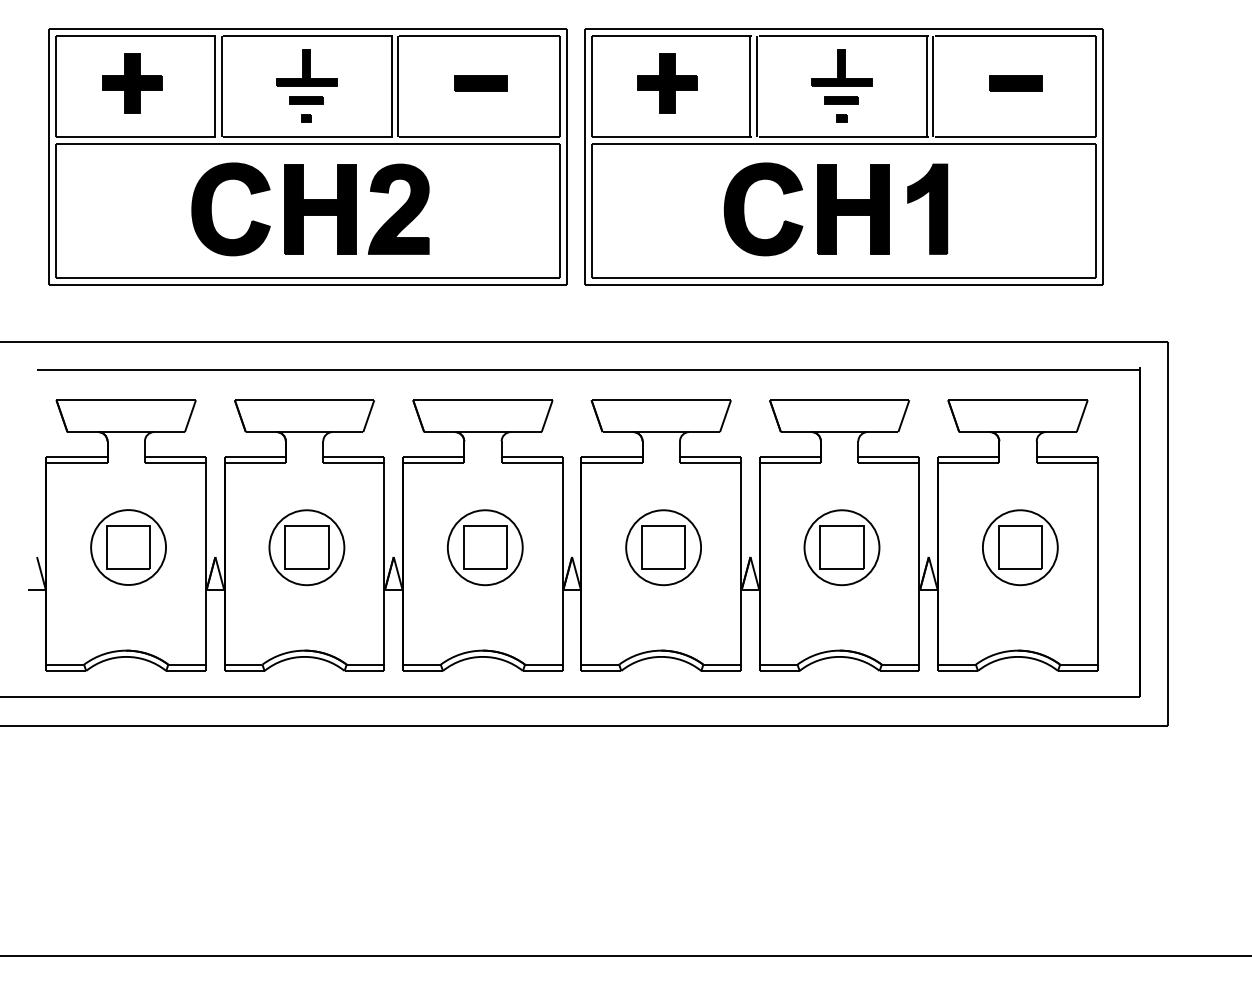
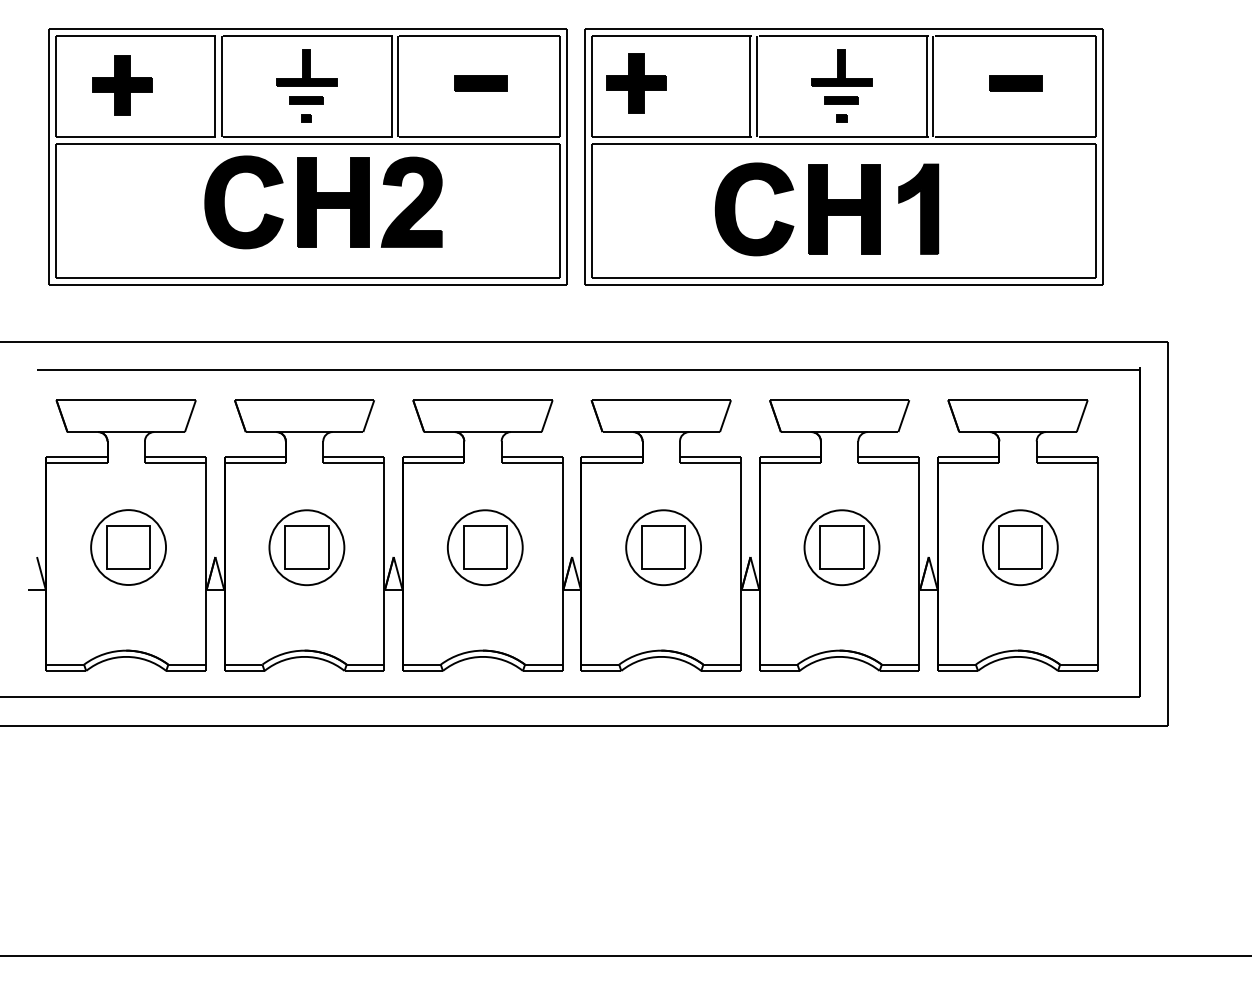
part at (132, 83) position: (132, 83) -> (122, 85)
part at (667, 83) position: (667, 83) -> (636, 83)
part at (310, 209) position: (310, 209) -> (323, 202)
part at (835, 209) position: (835, 209) -> (826, 209)
